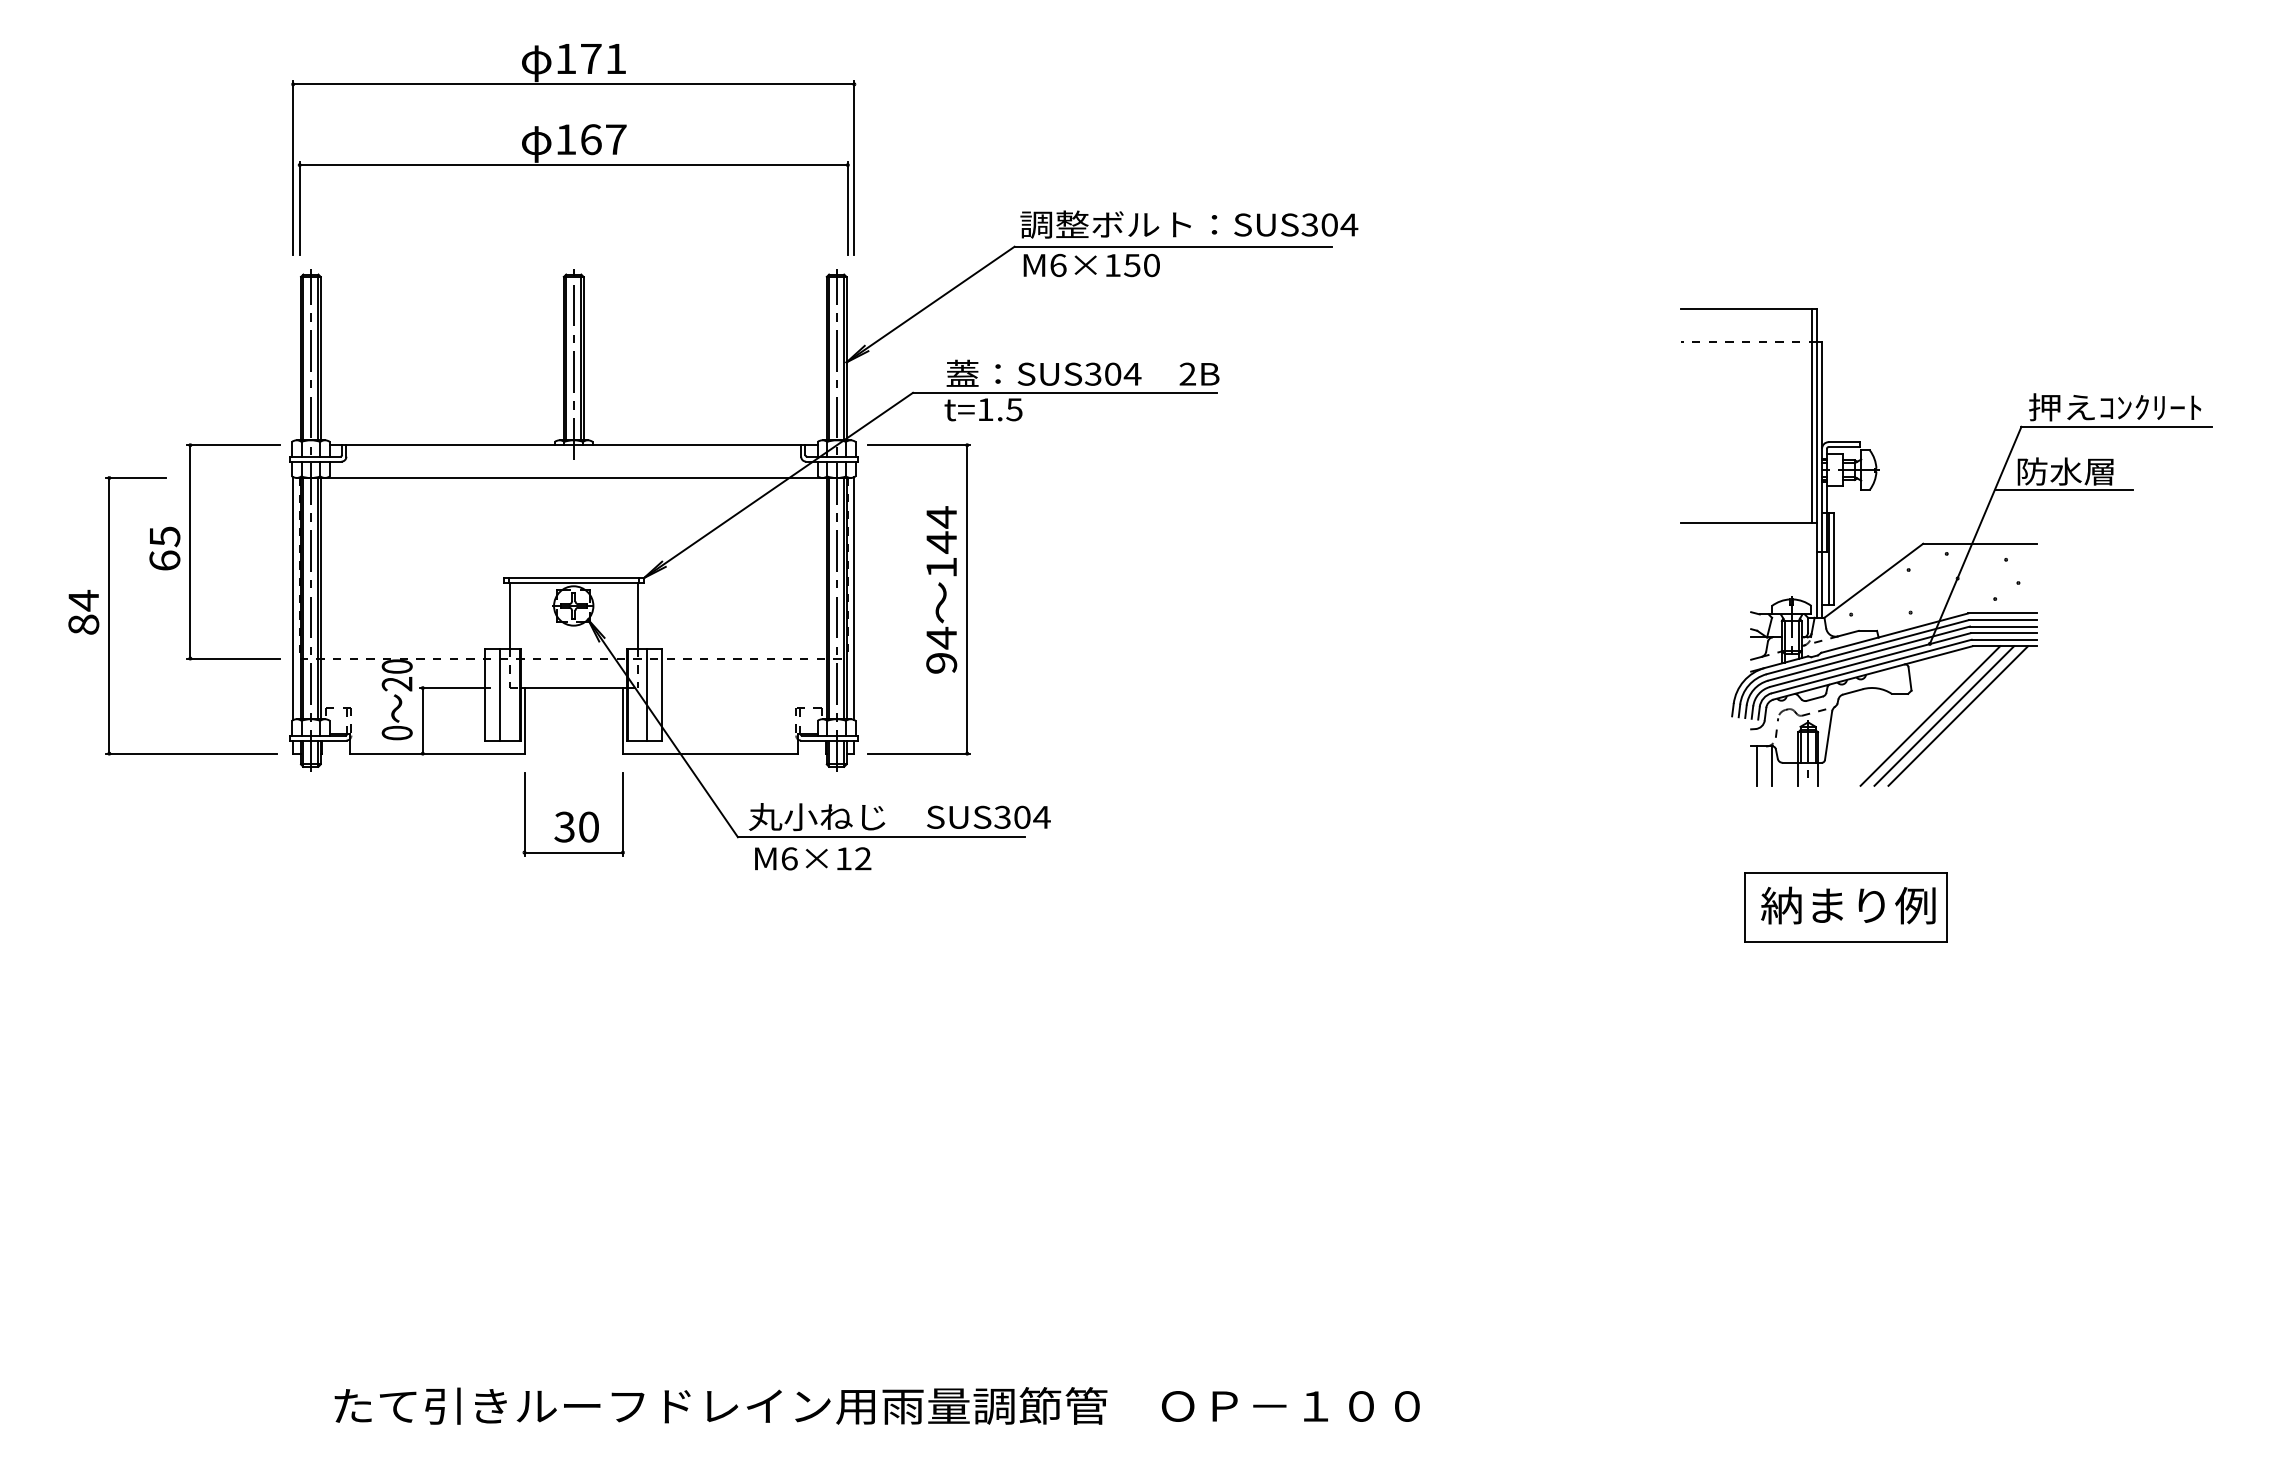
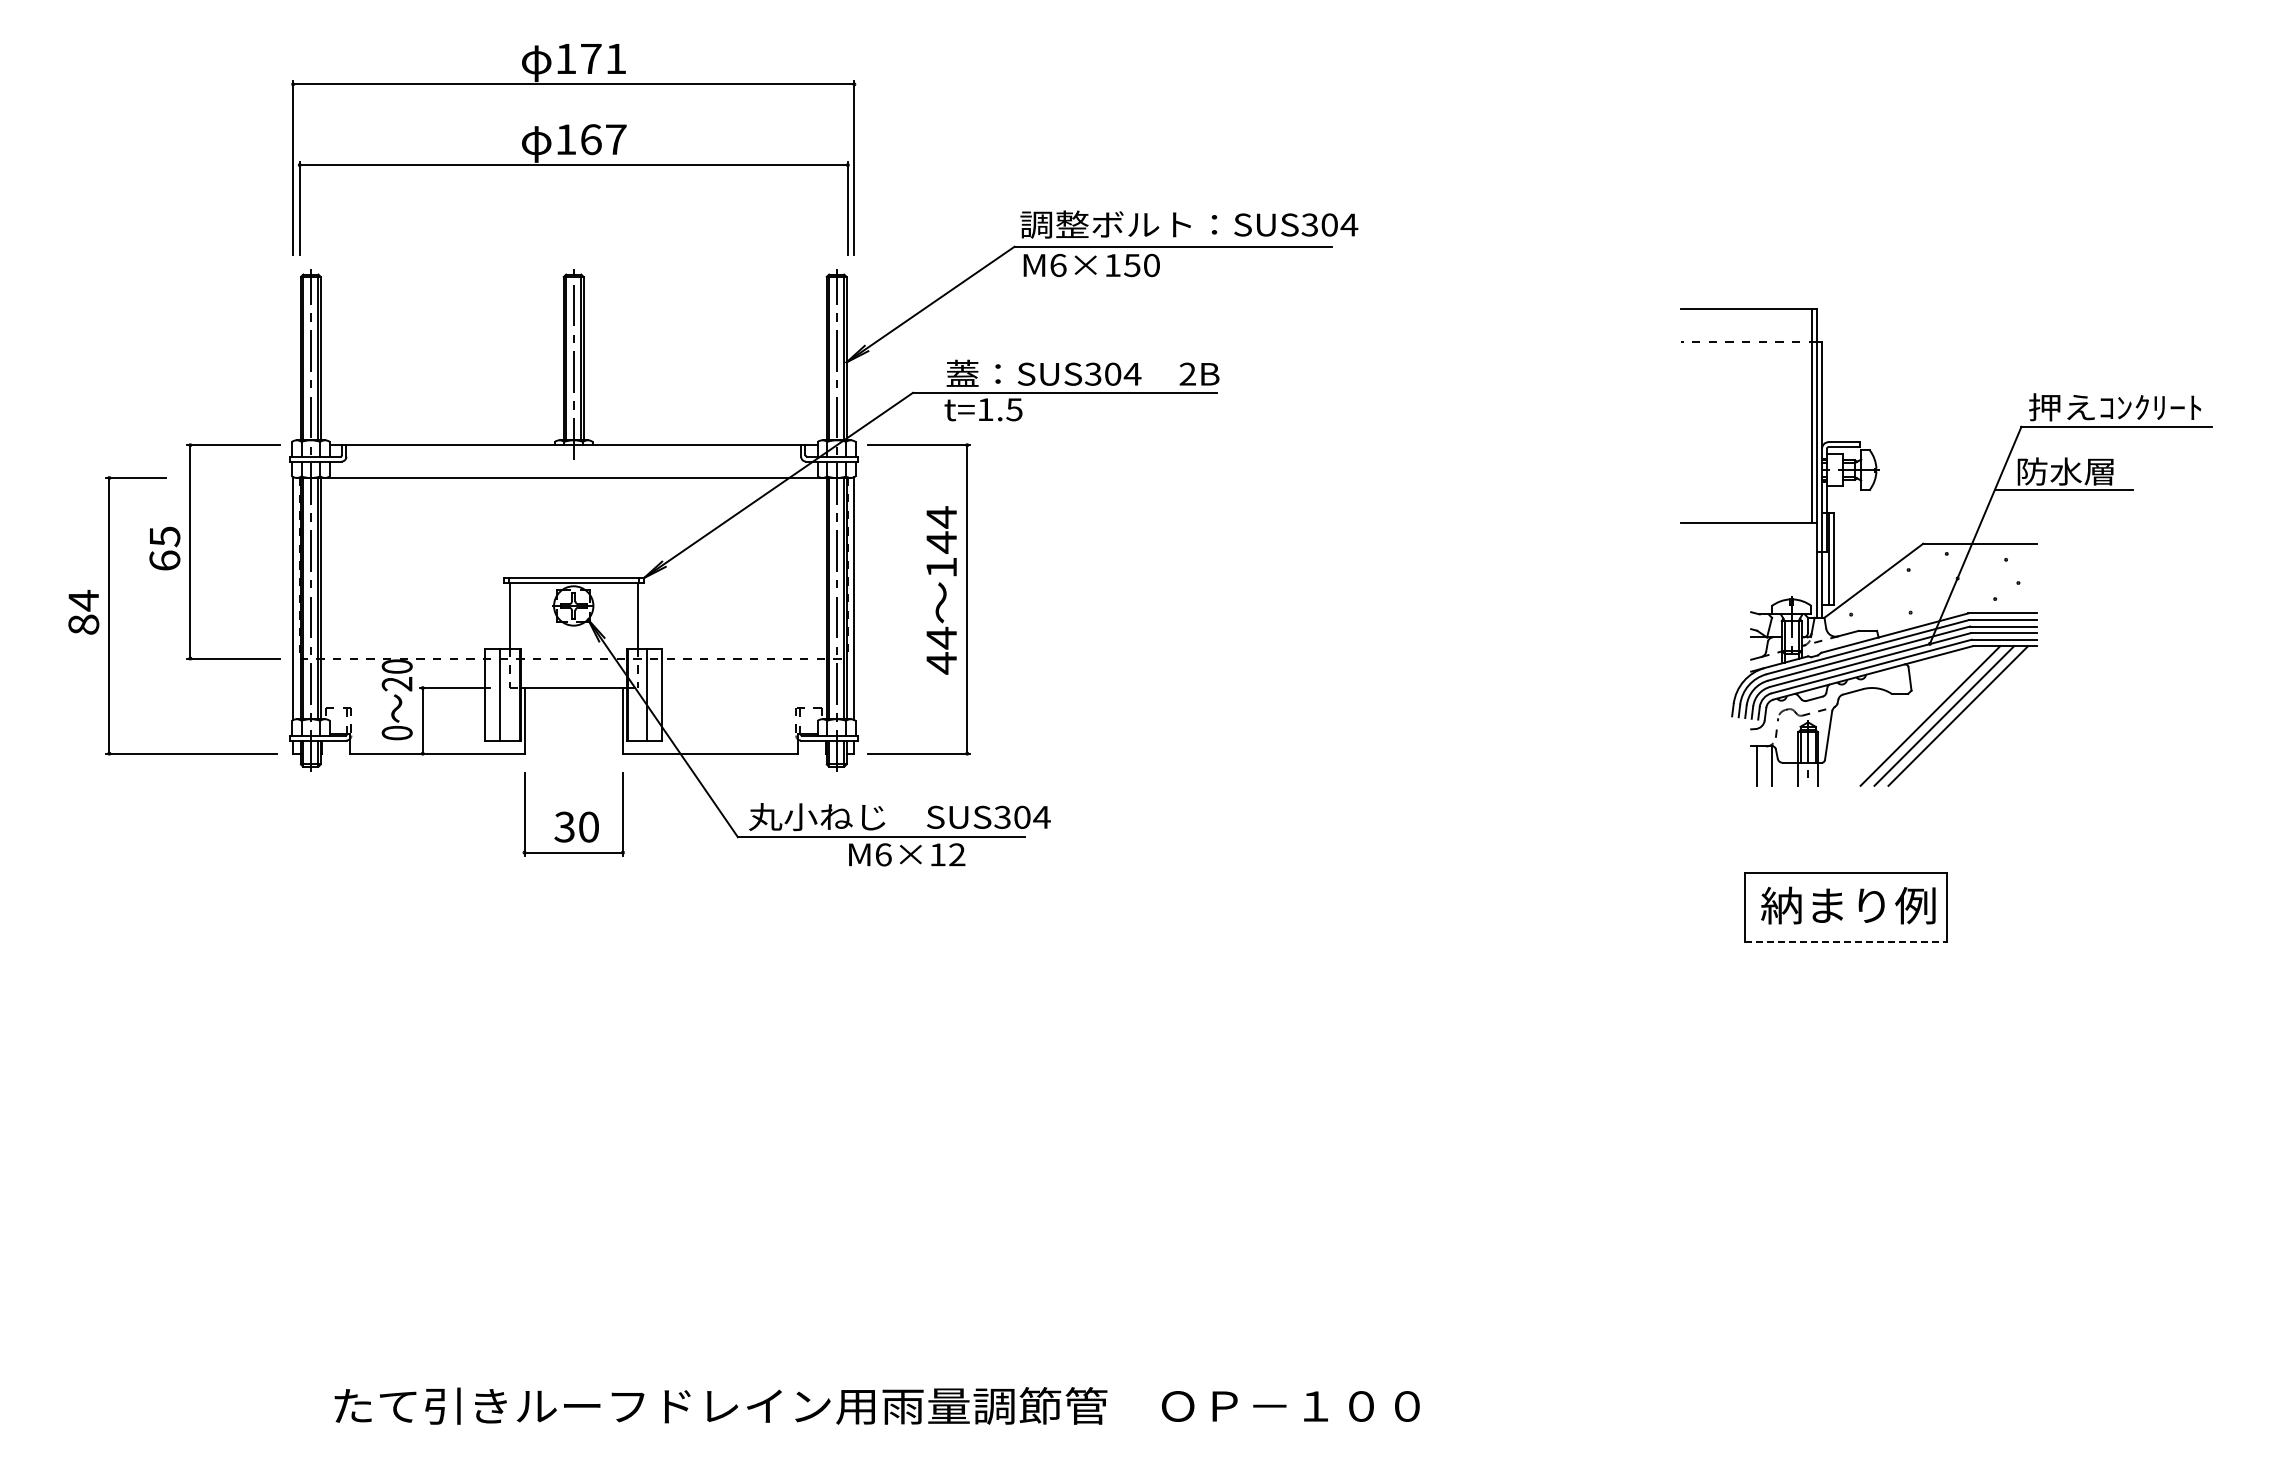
text at (941, 663): 94 -> 44
text at (813, 858) position: (813, 858) -> (907, 854)
line at (1845, 941): solid -> dashed
